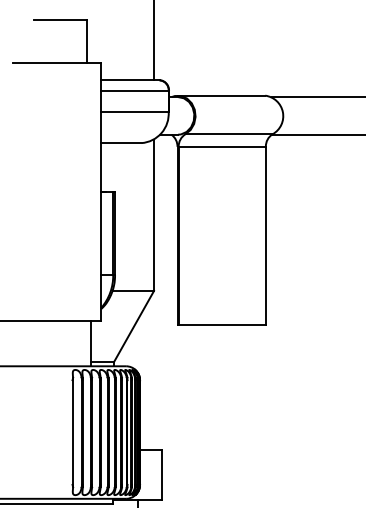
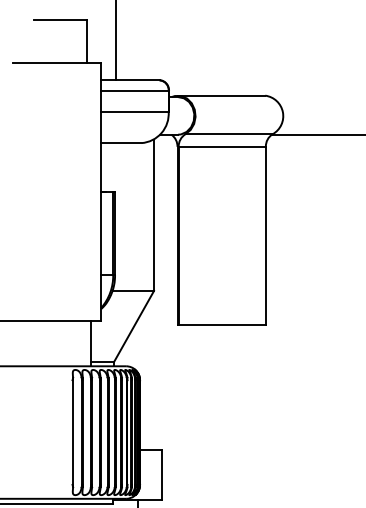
line at (154, 41) position: (154, 41) -> (116, 41)
line at (316, 97): present -> none
